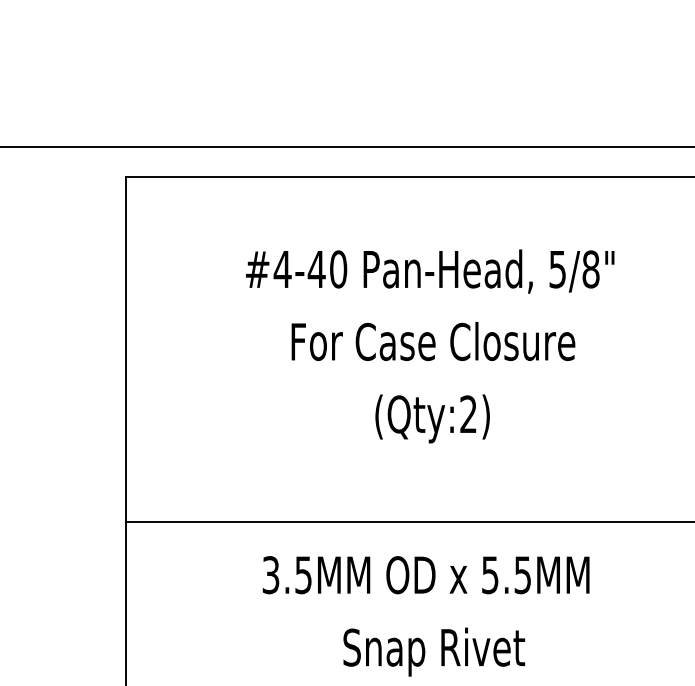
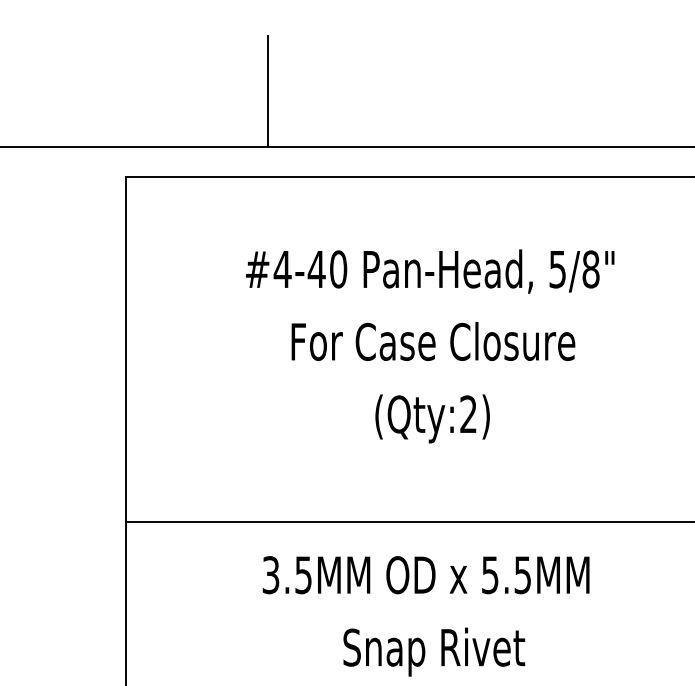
line at (268, 91): none -> present
